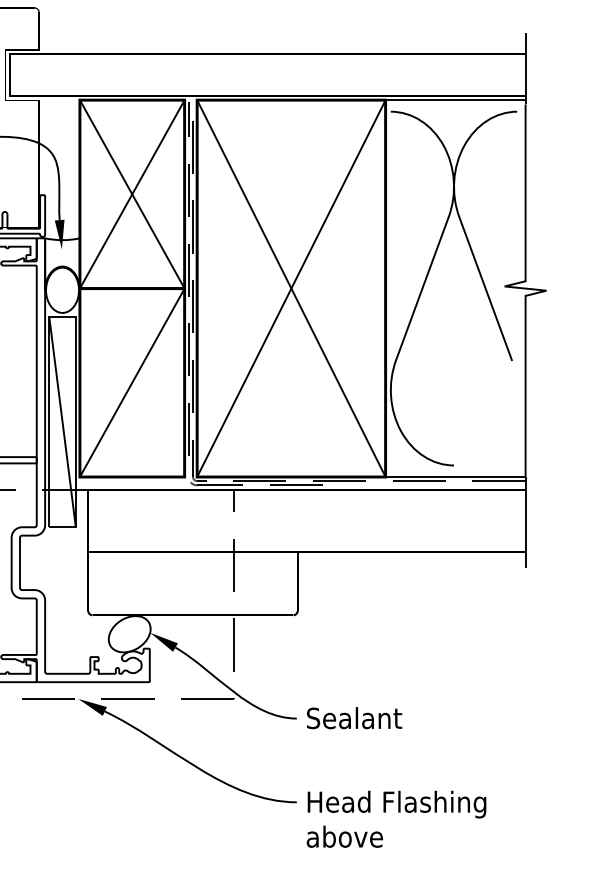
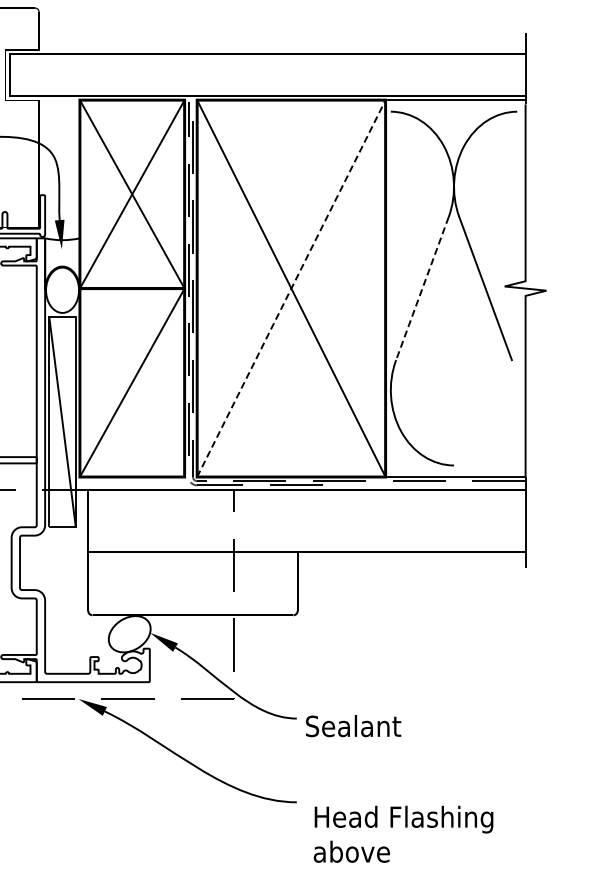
line at (291, 288): solid -> dashed
line at (422, 289): solid -> dashed
text at (354, 718) position: (354, 718) -> (353, 726)
text at (396, 818) position: (396, 818) -> (403, 833)
